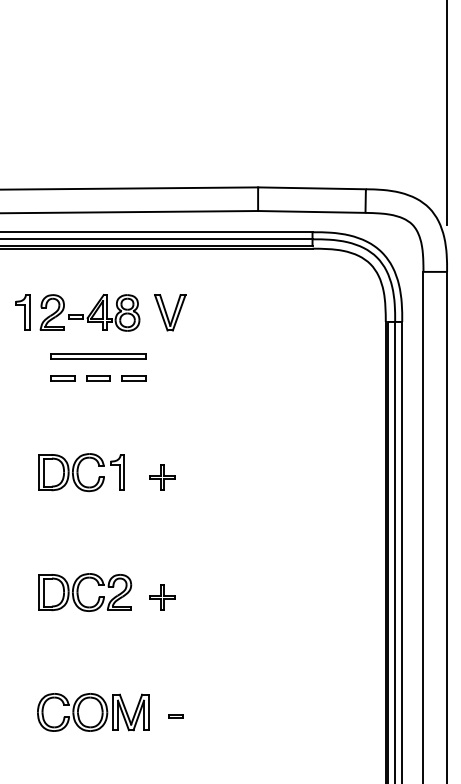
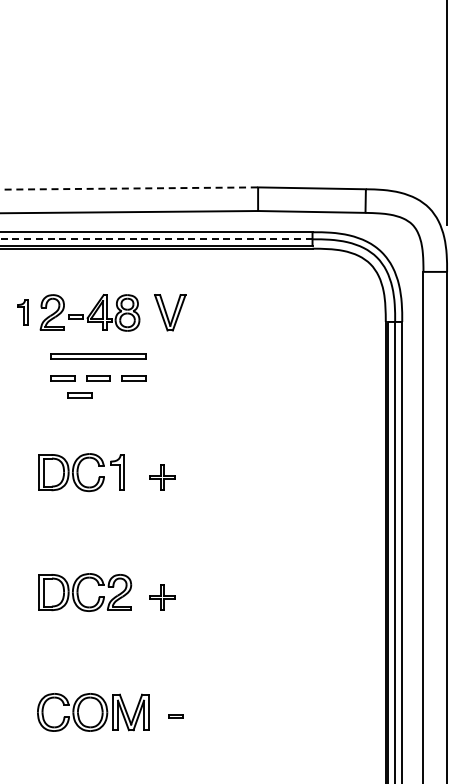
line at (129, 188): solid -> dashed
line at (156, 239): solid -> dashed
part at (22, 312) size: 16x37 px -> 12x27 px
part at (79, 395): none -> present
